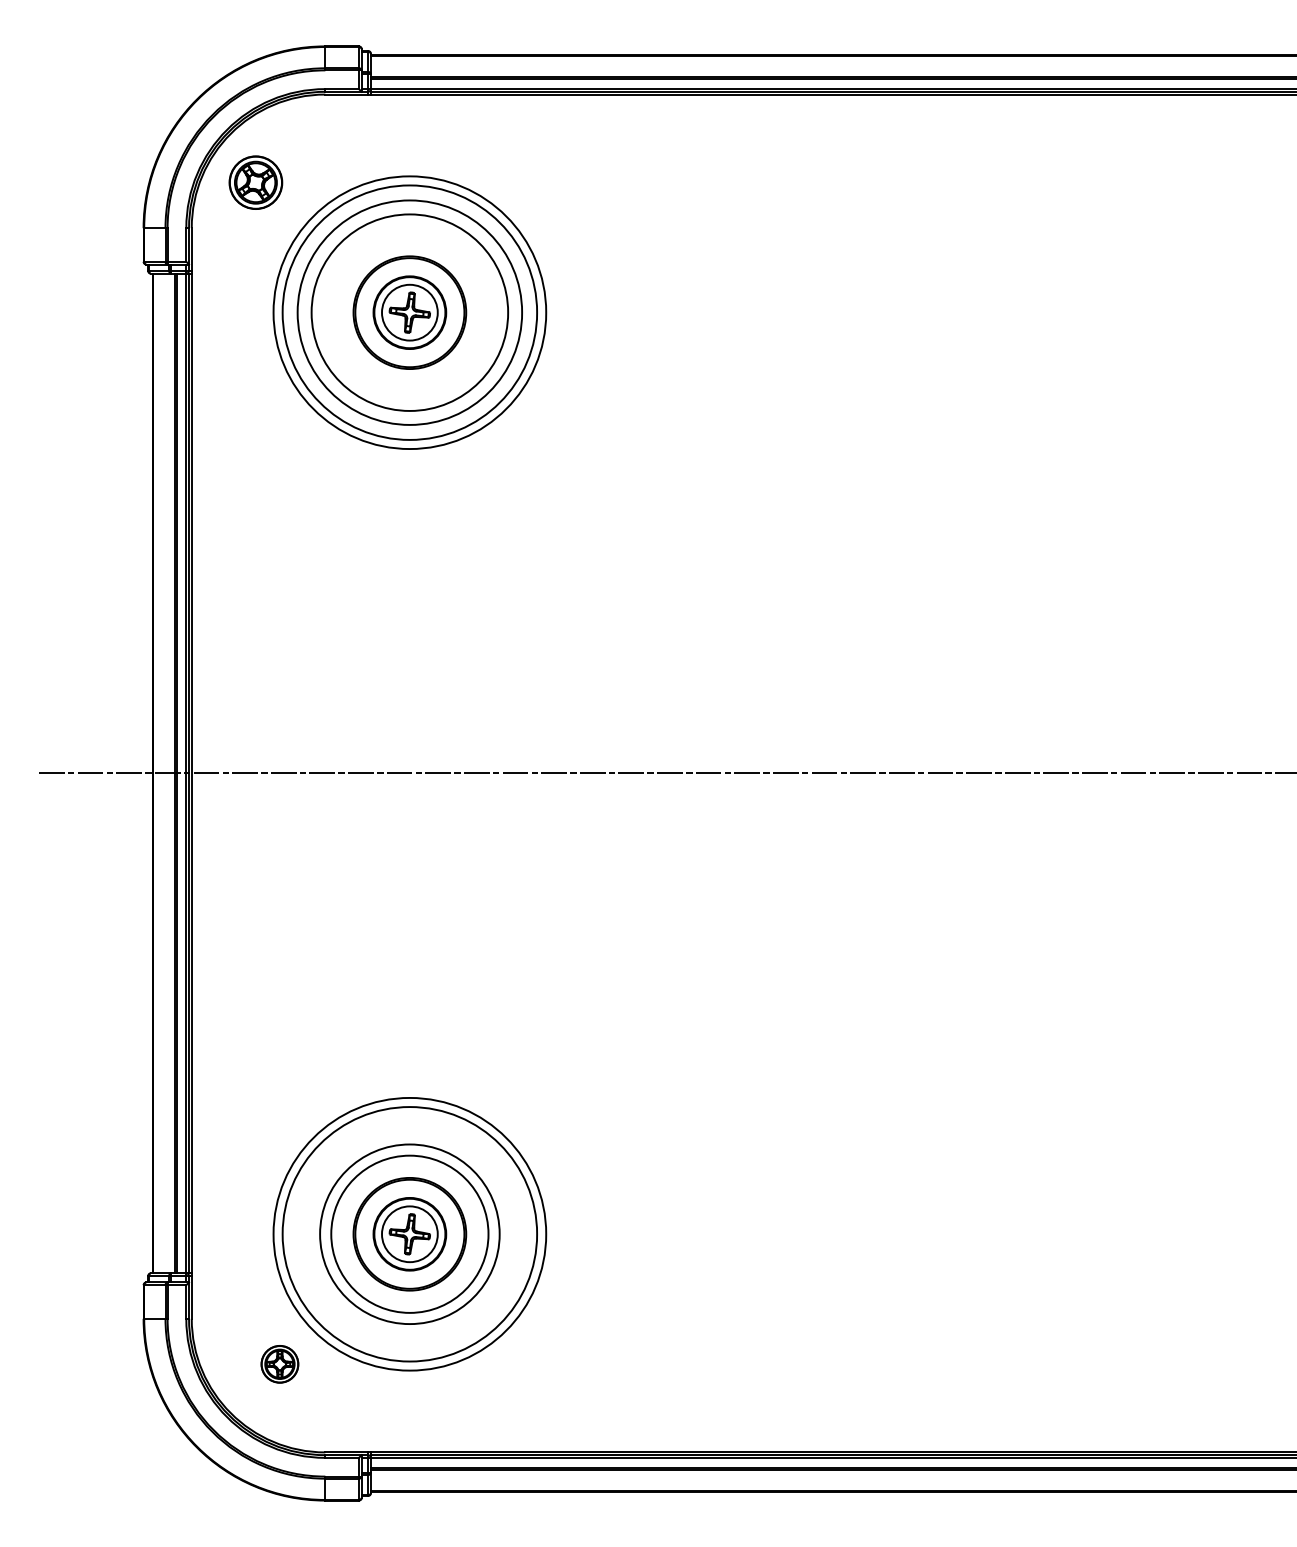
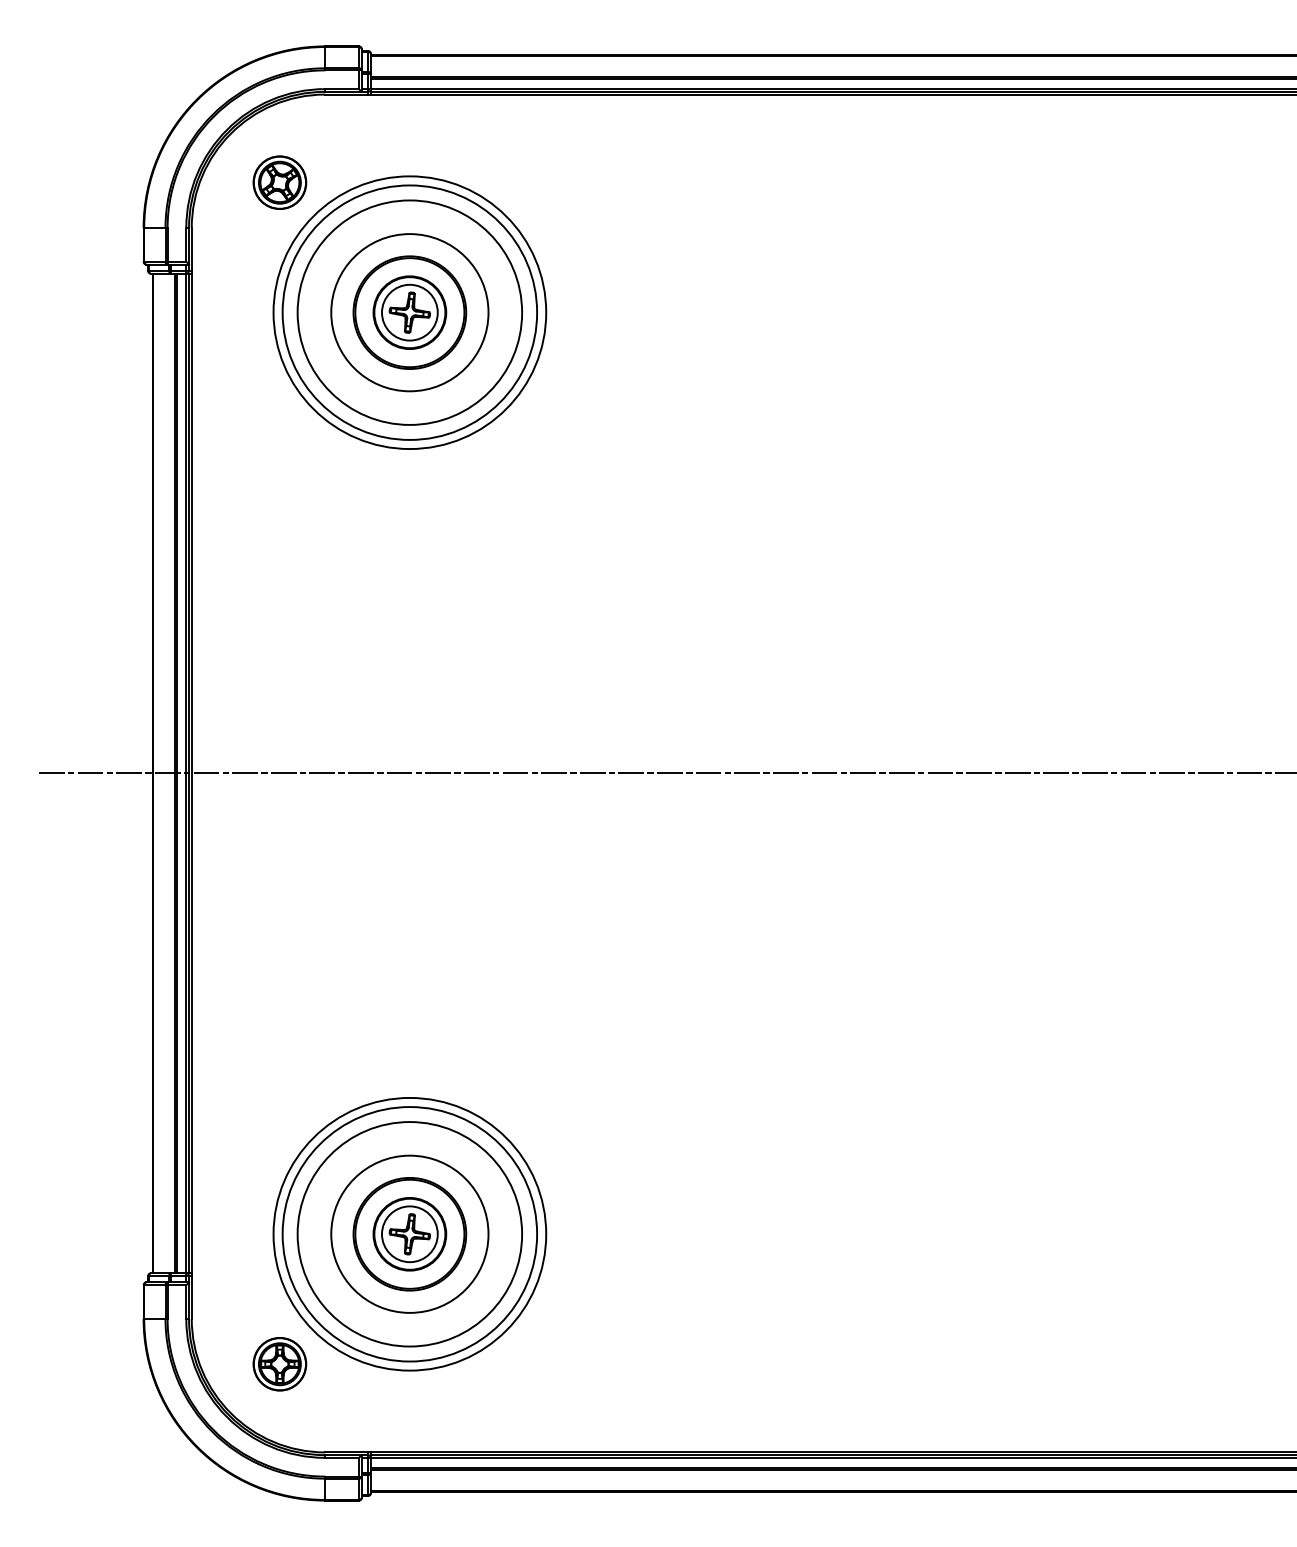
part at (255, 182) position: (255, 182) -> (279, 182)
circle at (409, 312) diameter: 197 px -> 157 px
circle at (409, 1234) diameter: 180 px -> 224 px
part at (279, 1364) size: 40x39 px -> 56x55 px
